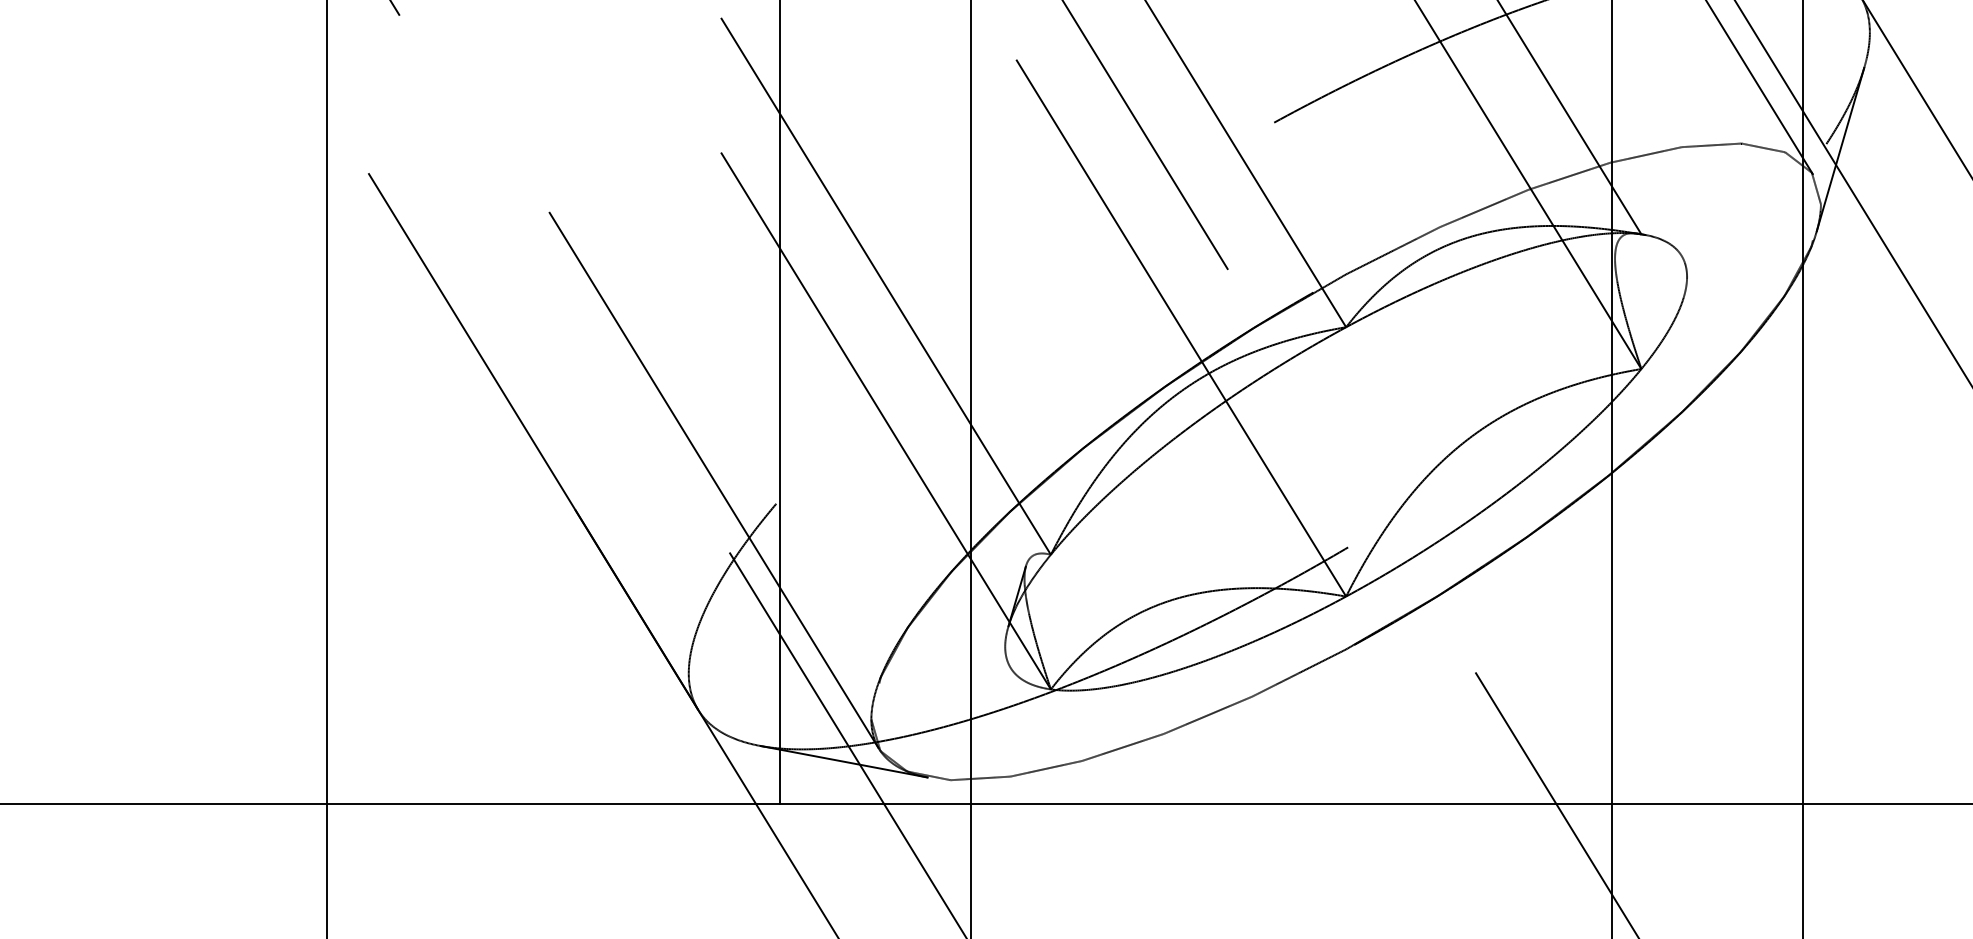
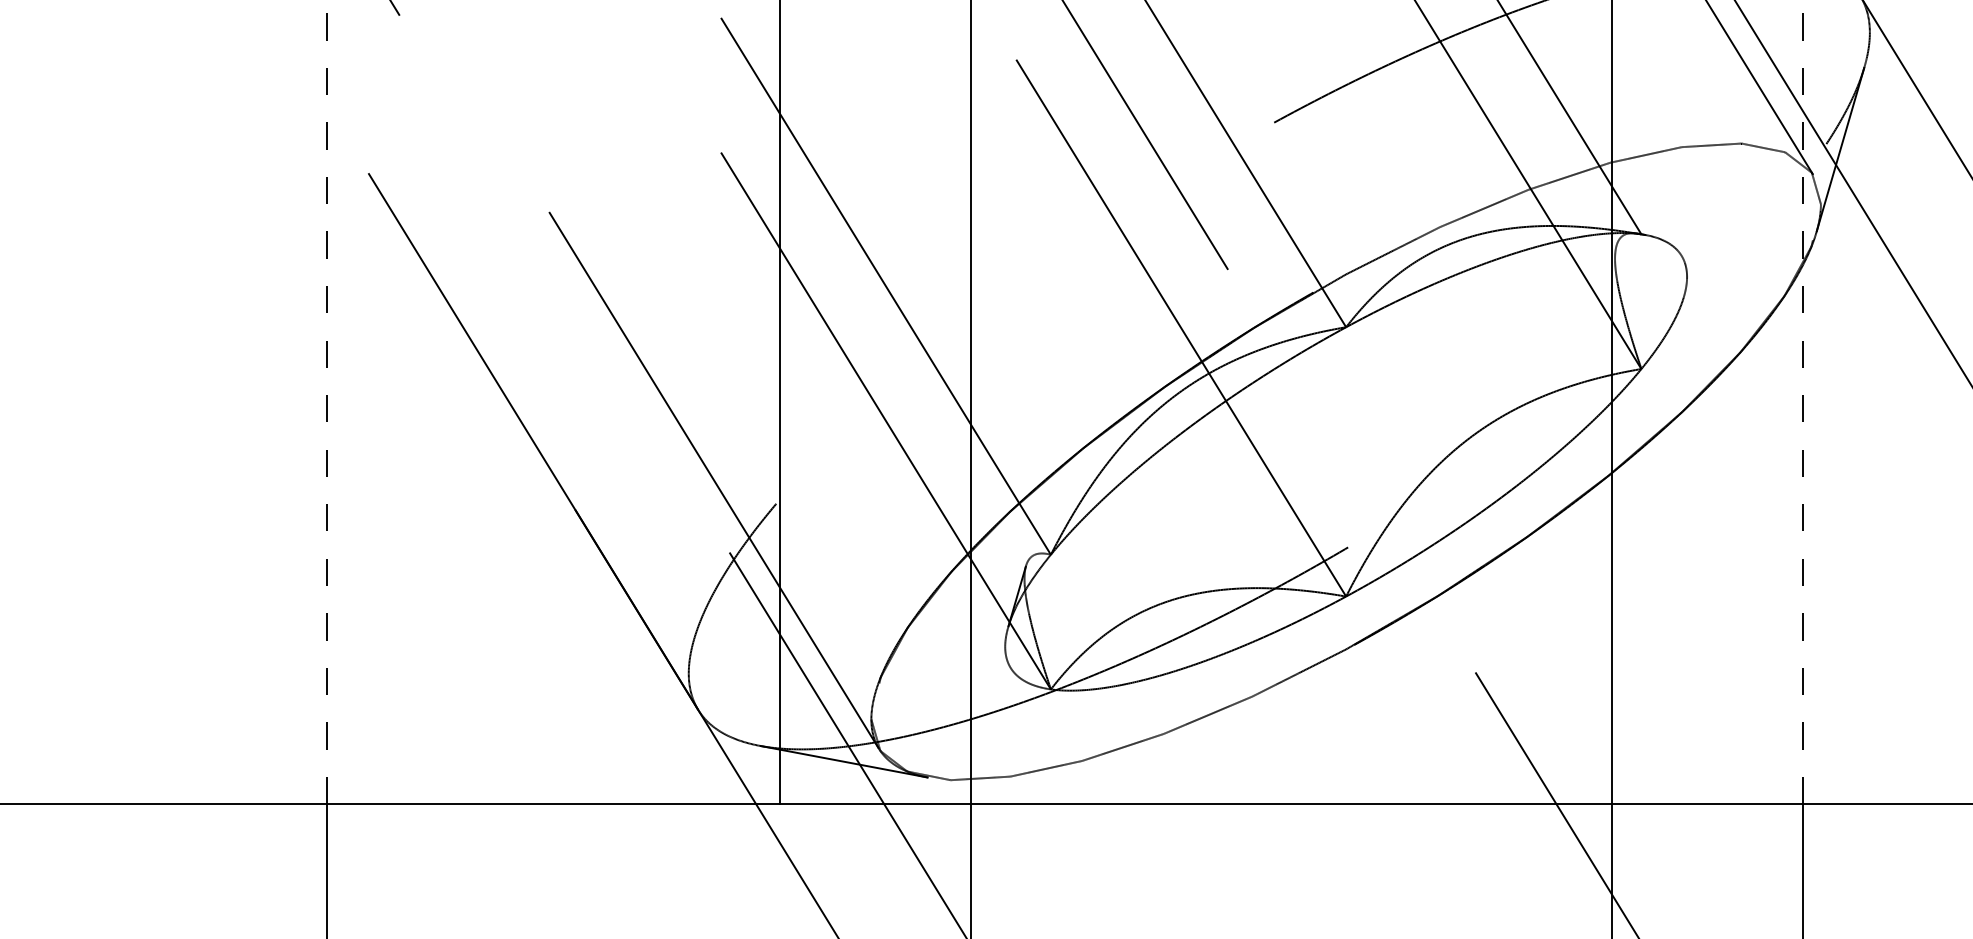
line at (327, 402): solid -> dashed
line at (1803, 402): solid -> dashed
